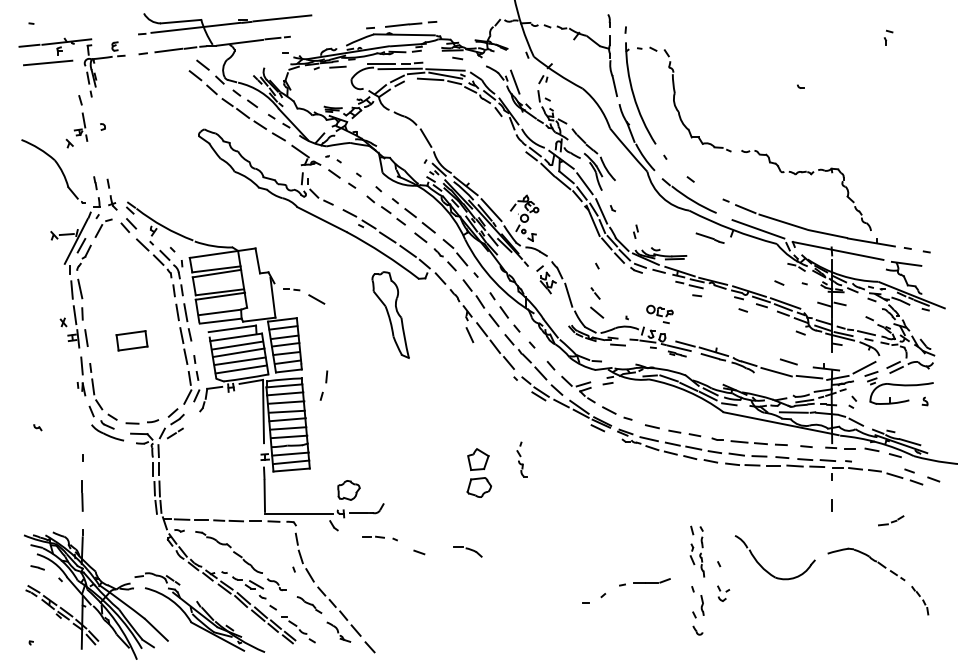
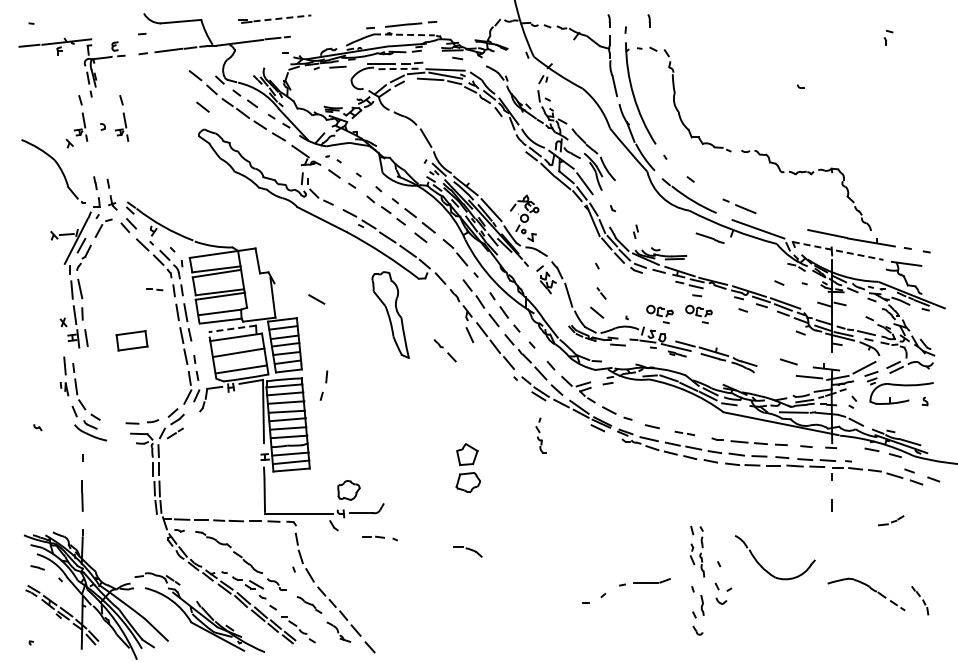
line at (282, 18): solid -> dashed
part at (648, 20): none -> present
line at (195, 27): present -> none
line at (404, 34): solid -> dashed
line at (48, 62): present -> none
line at (202, 64) position: (202, 64) -> (202, 106)
line at (400, 68): solid -> dashed
line at (514, 81): present -> none
part at (121, 118): none -> present
line at (601, 211): present -> none
line at (782, 221): present -> none
line at (838, 251): solid -> dashed
part at (444, 259) position: (444, 259) -> (444, 350)
part at (291, 289) position: (291, 289) -> (154, 289)
line at (595, 293) position: (595, 293) -> (601, 293)
part at (698, 314): none -> present
line at (232, 328): solid -> dashed
line at (237, 345): present -> none
line at (239, 360): present -> none
line at (776, 371): present -> none
part at (100, 398) position: (100, 398) -> (83, 398)
part at (684, 433) size: 34x9 px -> 22x7 px
line at (849, 448): present -> none
part at (521, 459) position: (521, 459) -> (540, 435)
part at (479, 472) position: (479, 472) -> (468, 467)
line at (419, 552): present -> none
part at (870, 559) position: (870, 559) -> (870, 589)
part at (723, 593) size: 14x17 px -> 19x24 px
